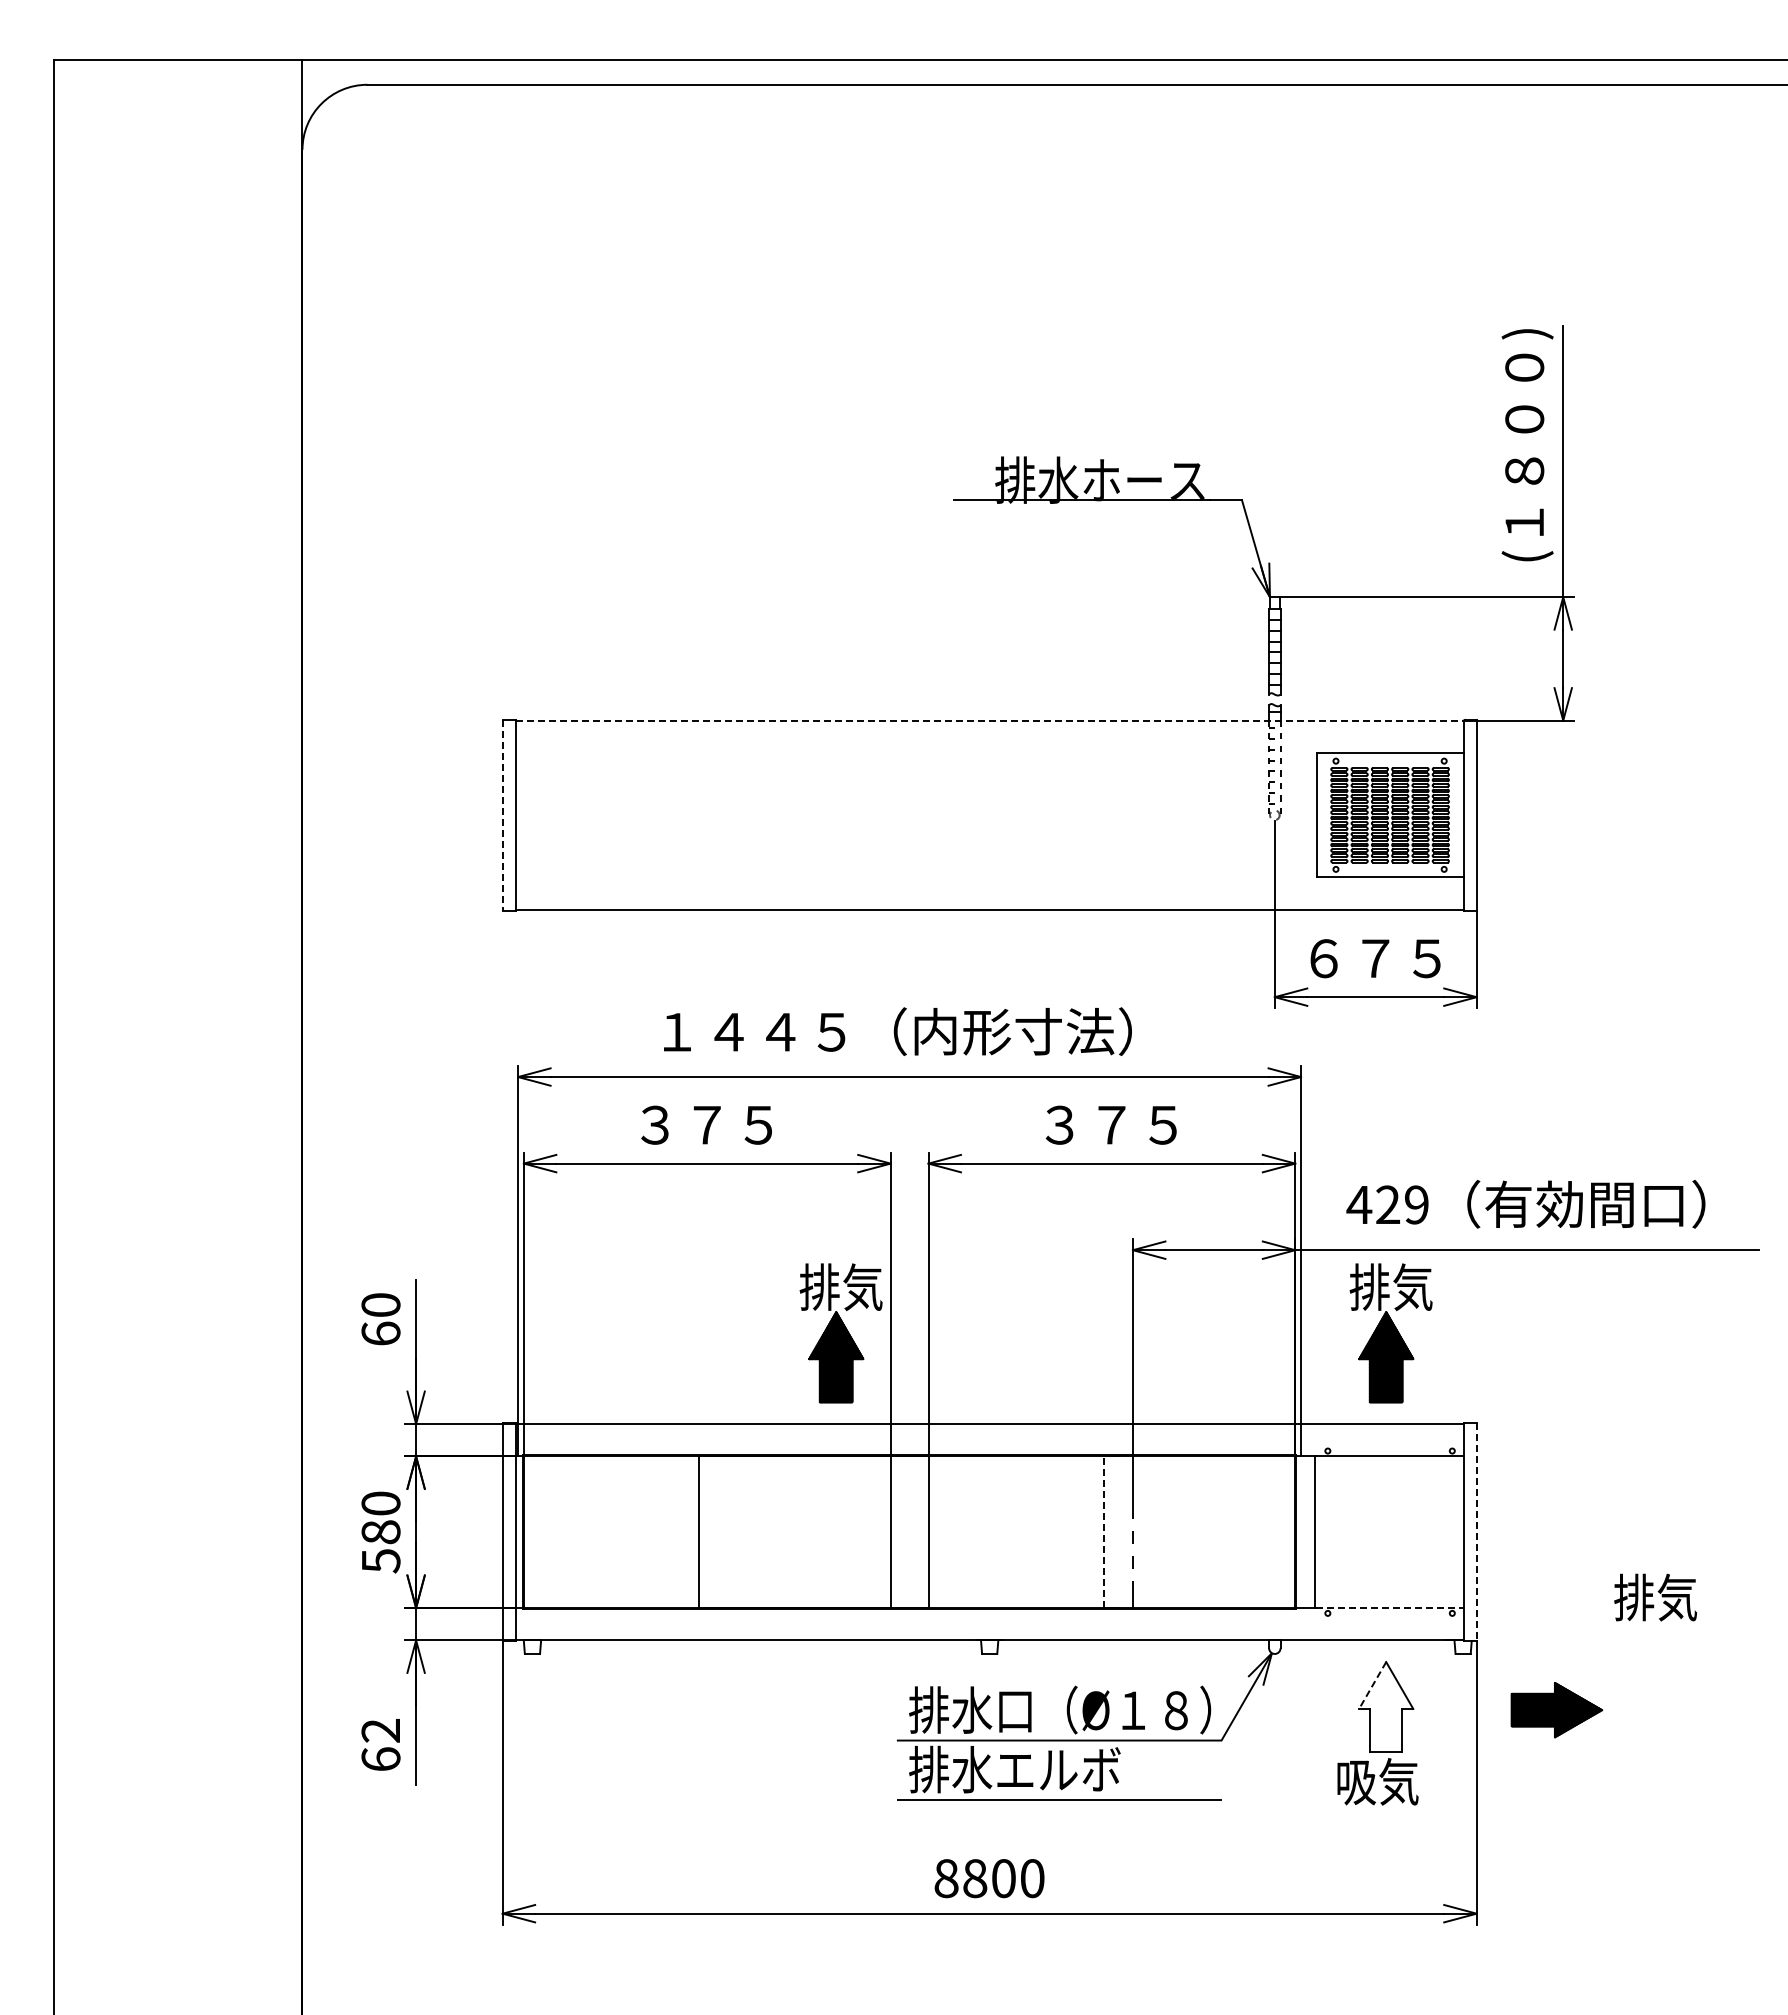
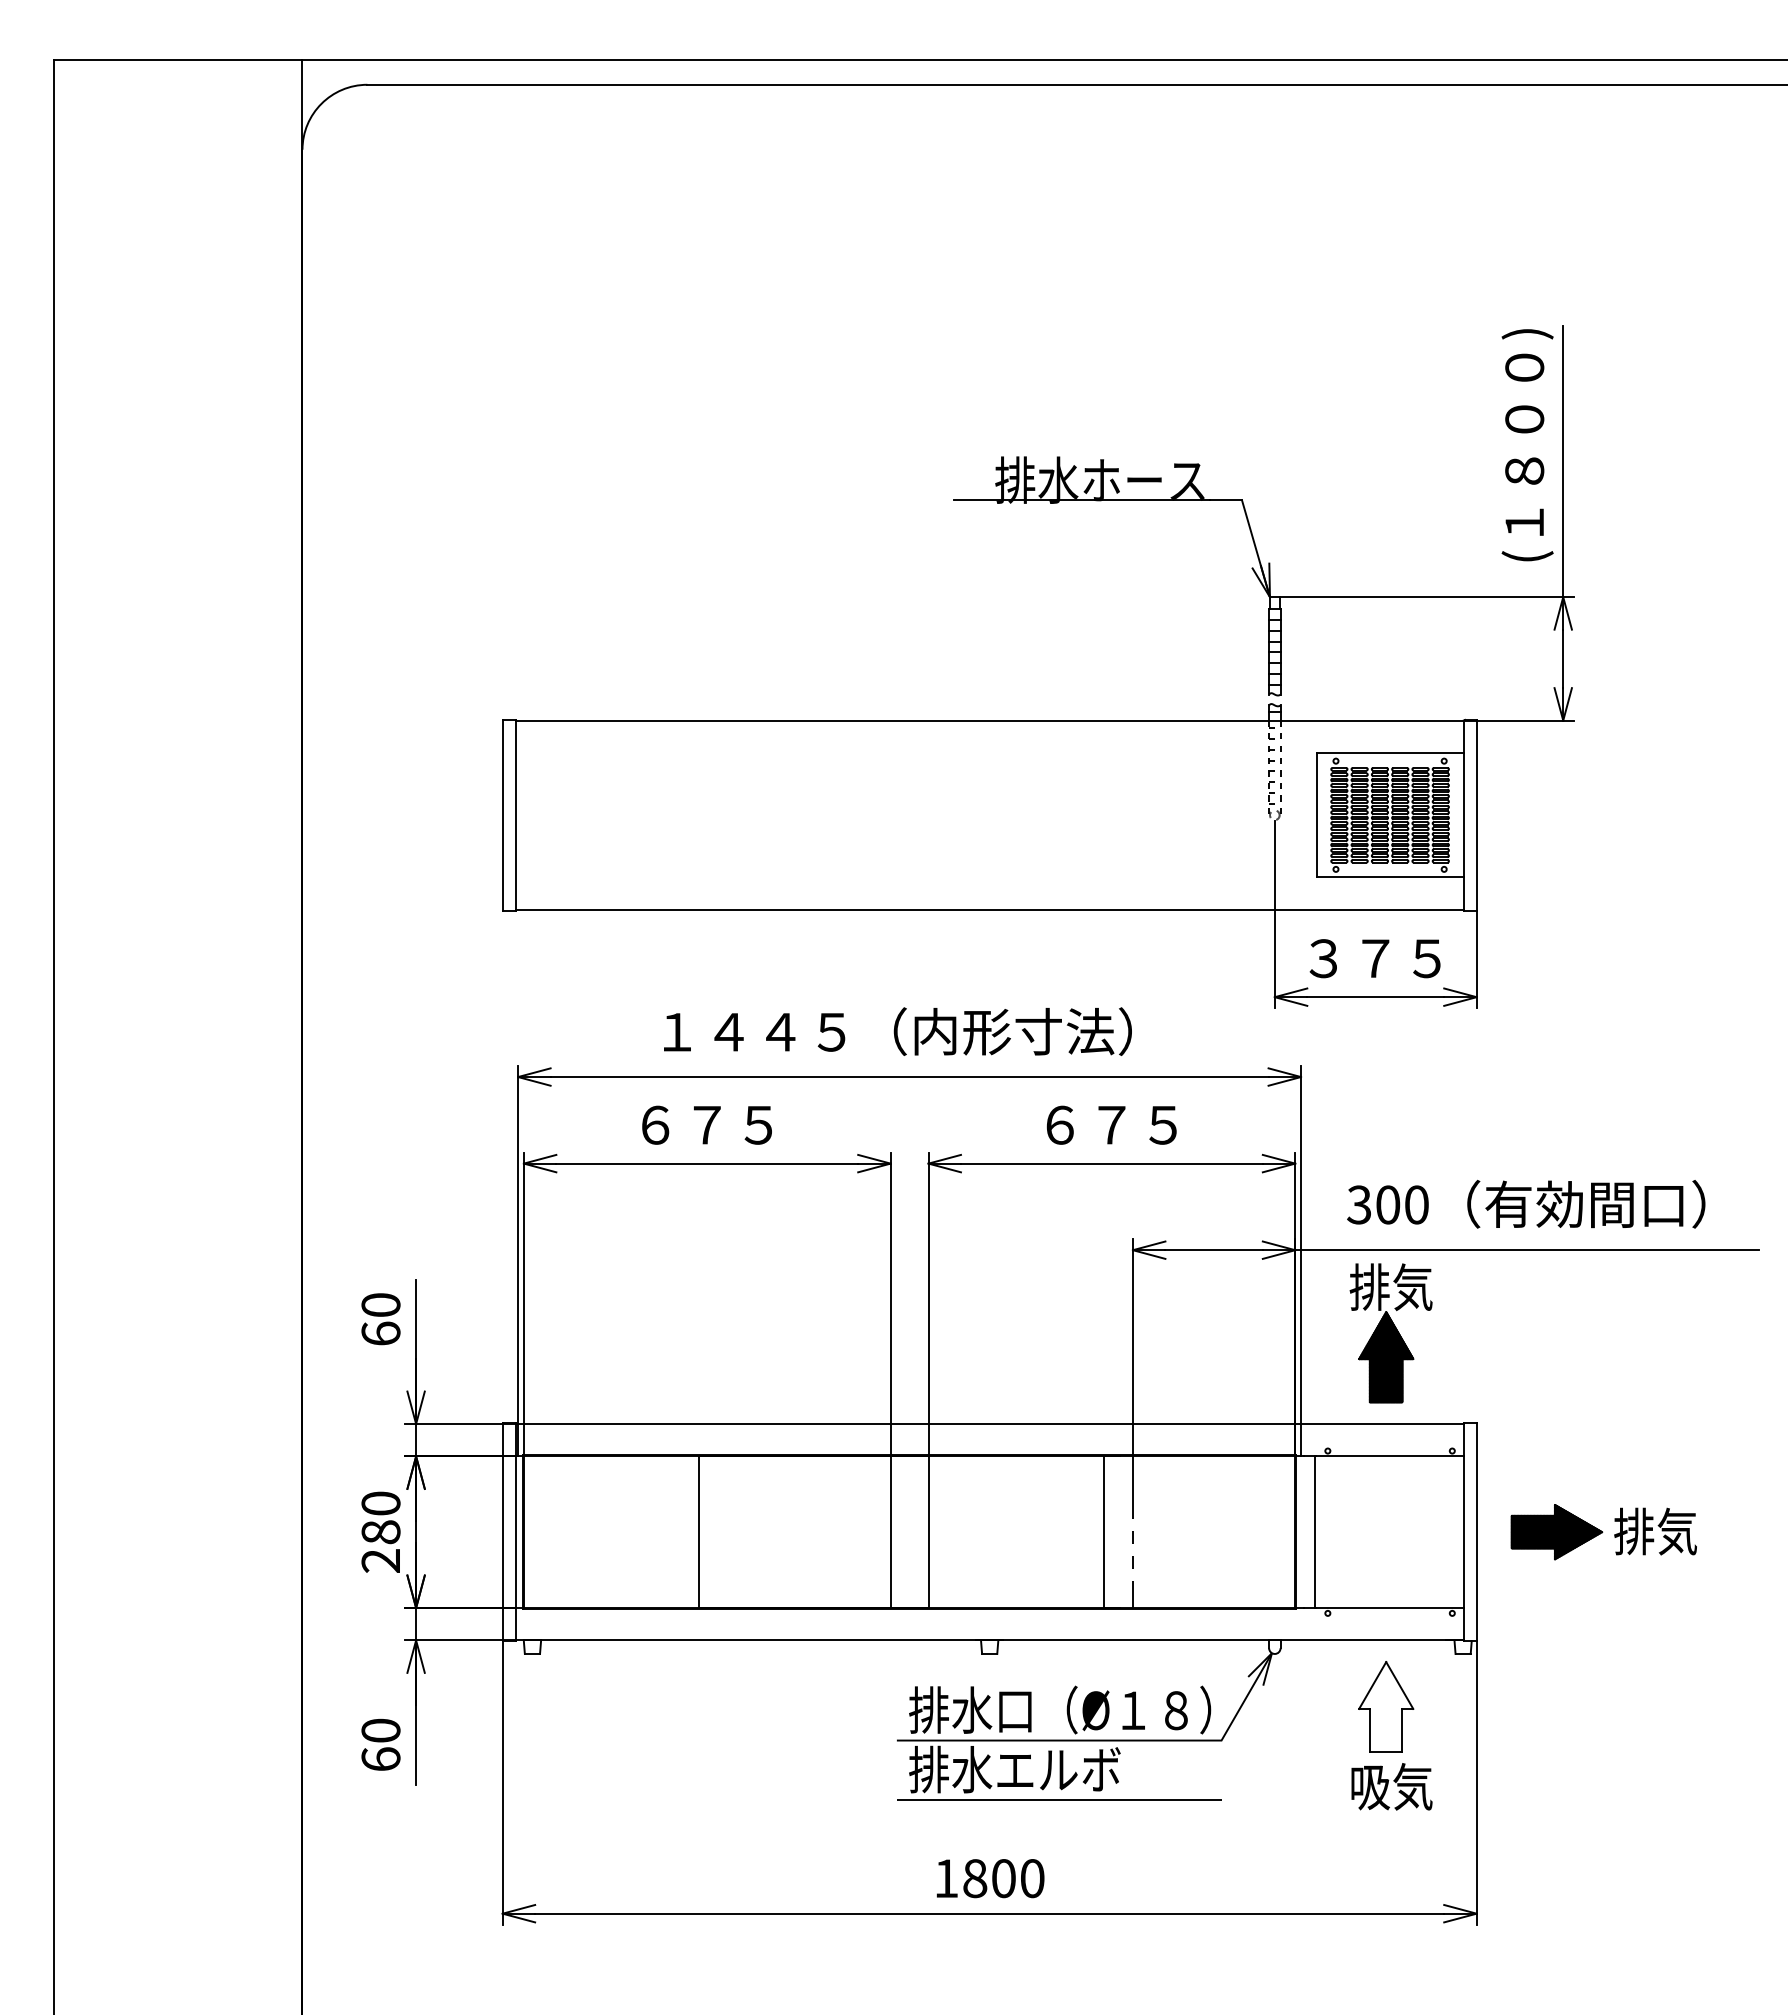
line at (989, 720): dashed -> solid
line at (502, 815): dashed -> solid
text at (1323, 958): ６７５ -> ３７５
text at (655, 1124): ３７５ -> ６７５
text at (1059, 1124): ３７５ -> ６７５
text at (1387, 1204): 429 -> 300
part at (840, 1333): present -> none
line at (1103, 1532): dashed -> solid
line at (1476, 1532): dashed -> solid
text at (380, 1561): 580 -> 280
text at (1655, 1597) position: (1655, 1597) -> (1655, 1531)
line at (1389, 1607): dashed -> solid
line at (1372, 1685): dashed -> solid
part at (1556, 1710) position: (1556, 1710) -> (1556, 1532)
text at (380, 1730): 62 -> 60
text at (1377, 1781) position: (1377, 1781) -> (1391, 1786)
text at (946, 1878): 8800 -> 1800
